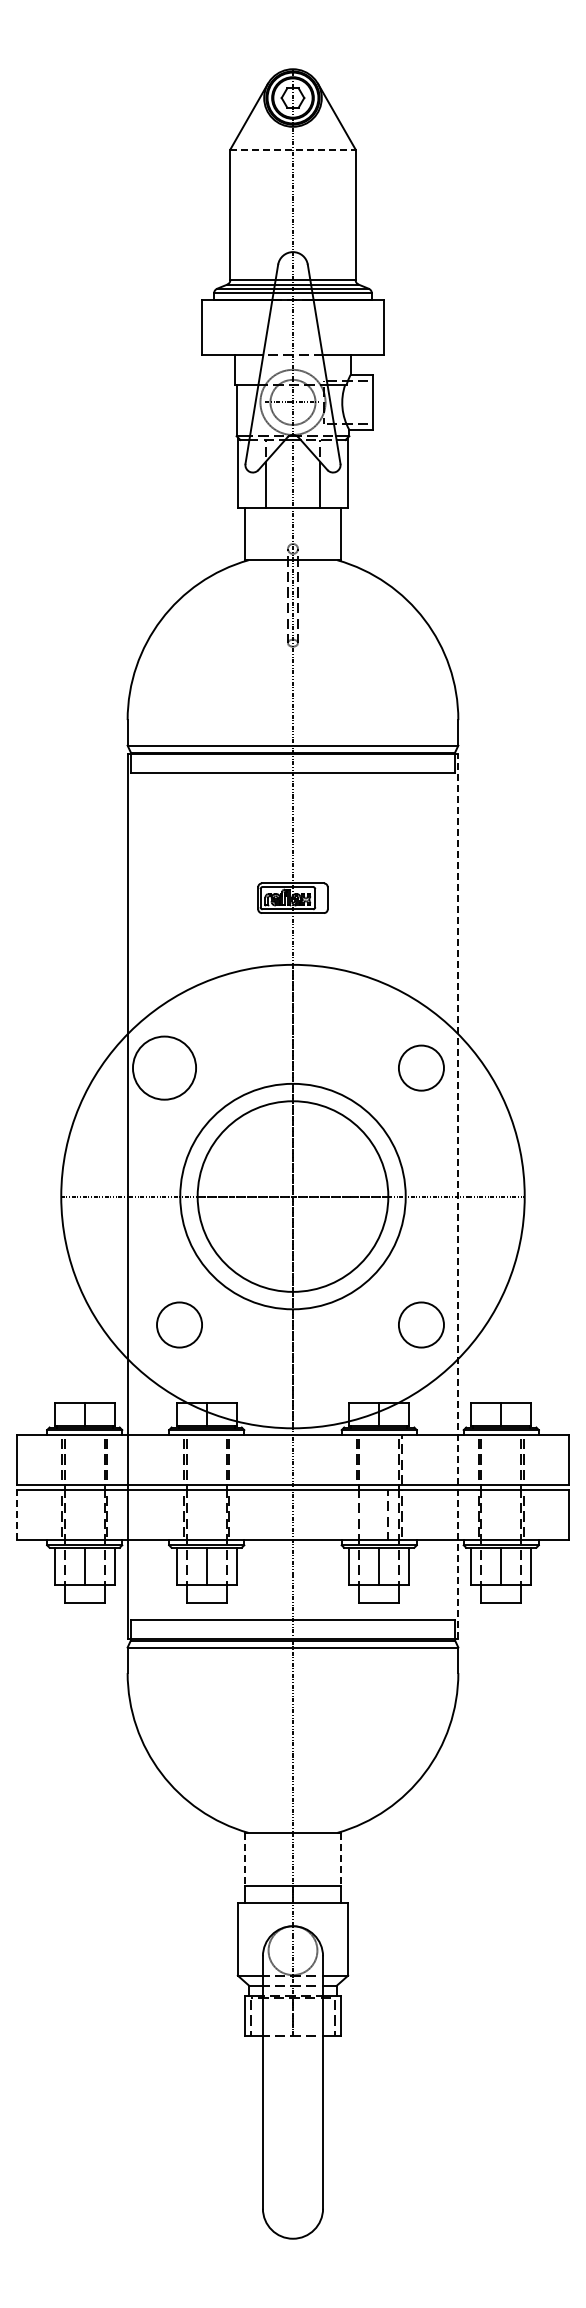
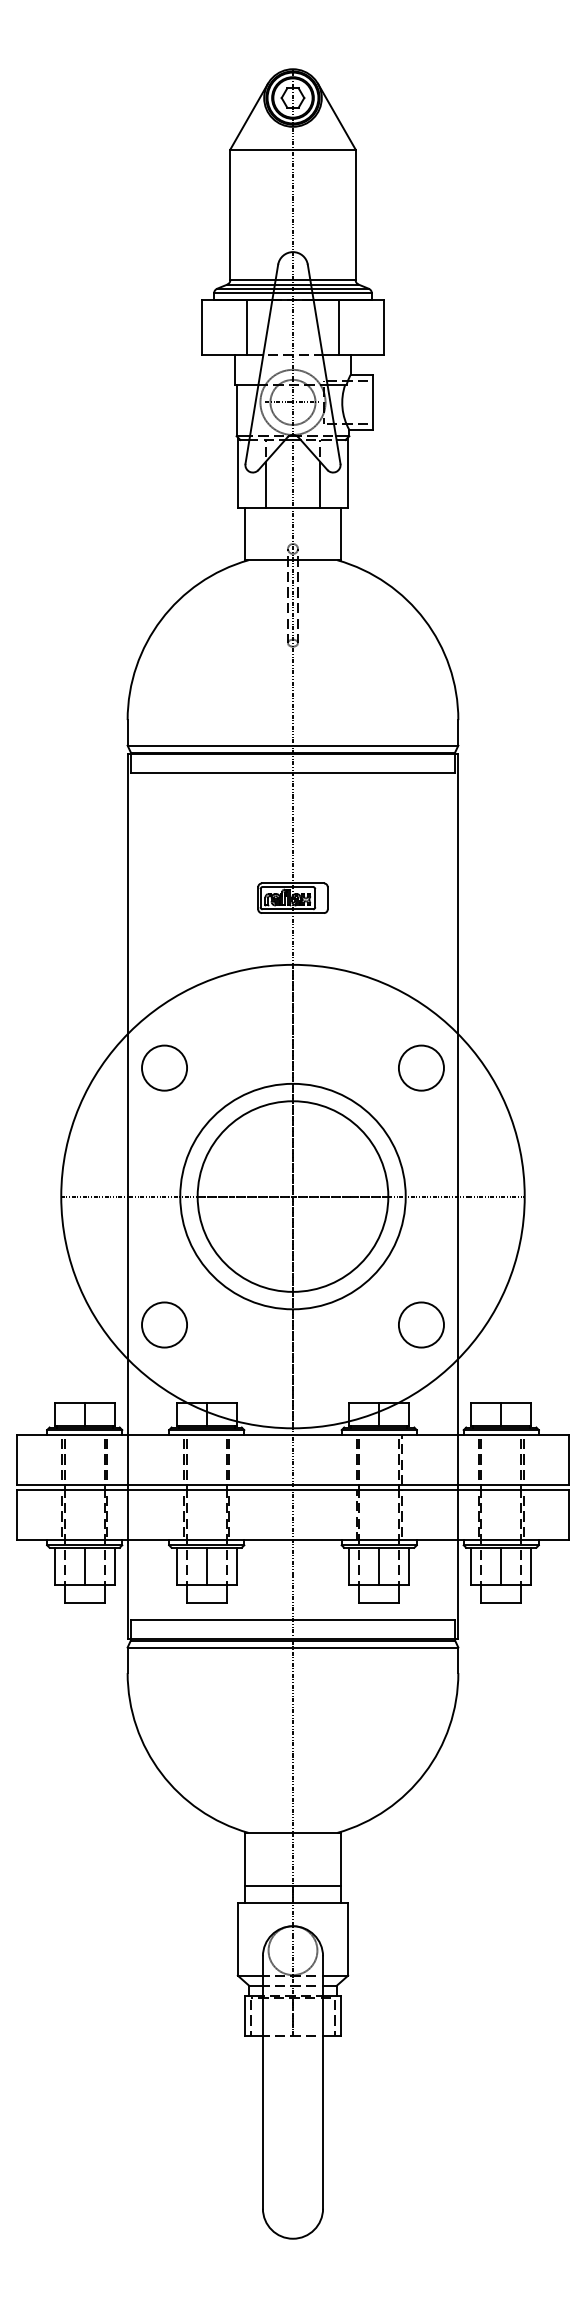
line at (293, 149): dashed -> solid
line at (247, 326): none -> present
line at (338, 326): none -> present
circle at (164, 1067) diameter: 63 px -> 45 px
line at (458, 1196): dashed -> solid
circle at (179, 1324) position: (179, 1324) -> (164, 1324)
line at (17, 1514): dashed -> solid
line at (387, 1515) position: (387, 1515) -> (356, 1515)
line at (245, 1859): dashed -> solid
line at (340, 1859): dashed -> solid
